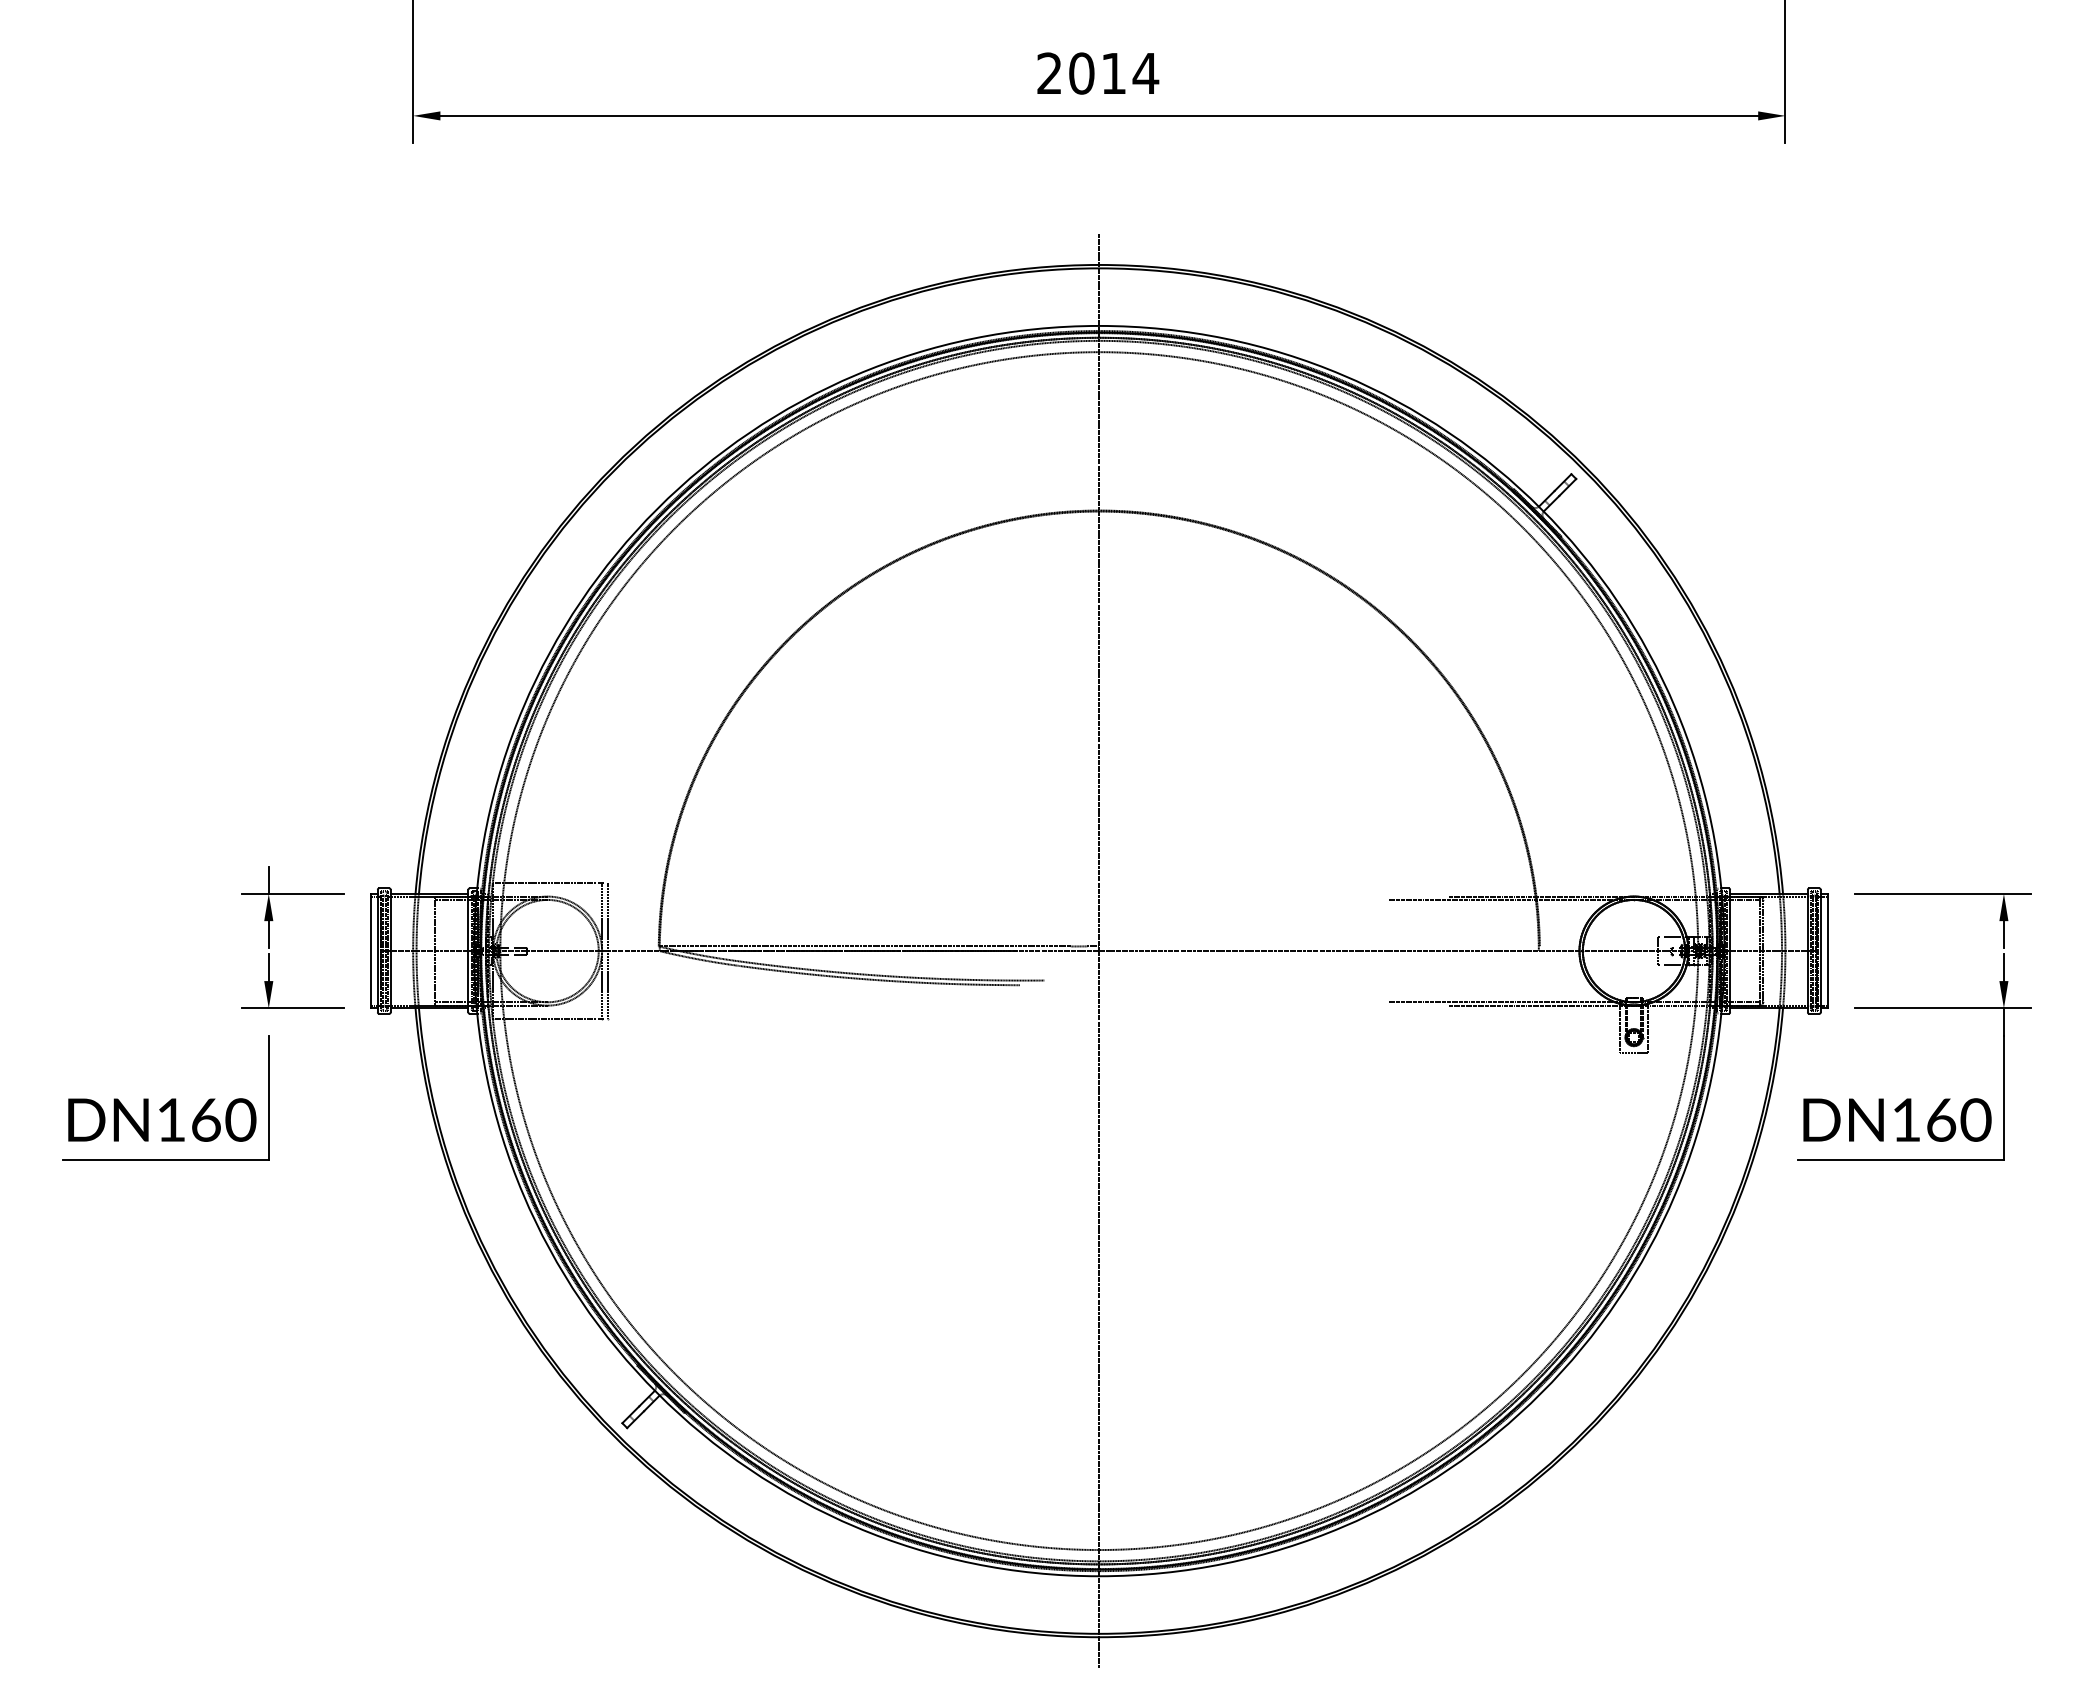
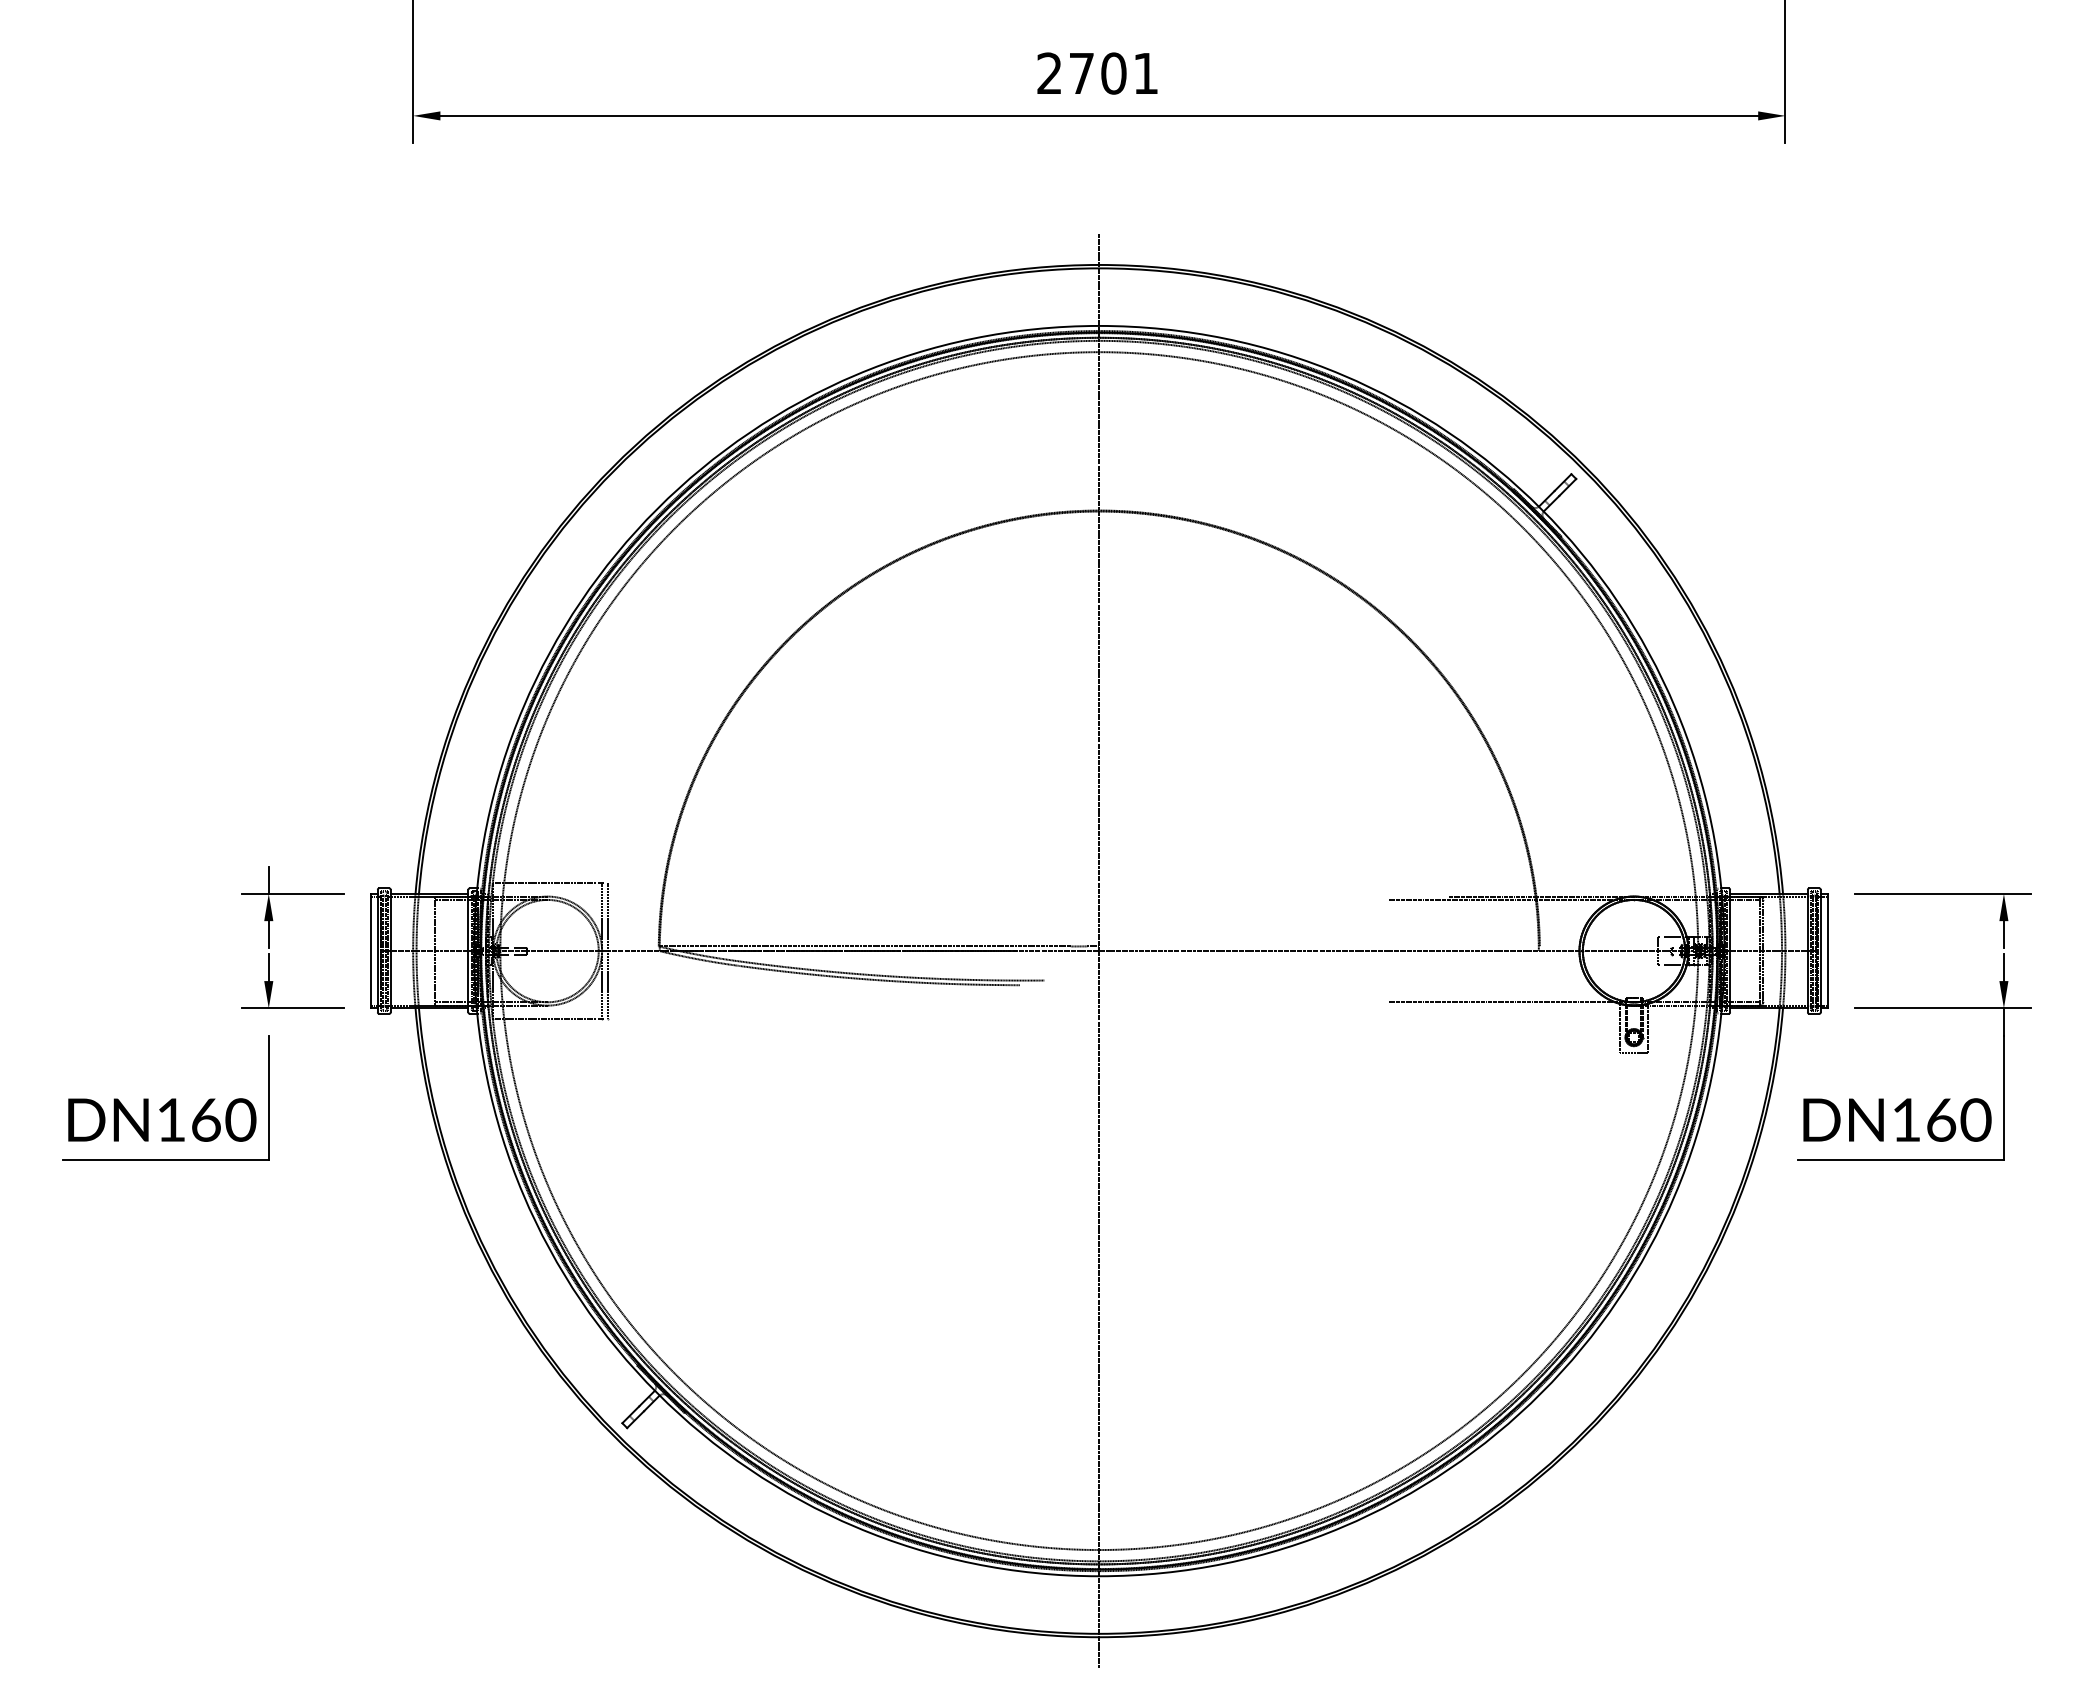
text at (1114, 73): 2014 -> 2701
line at (1541, 1005): present -> none
